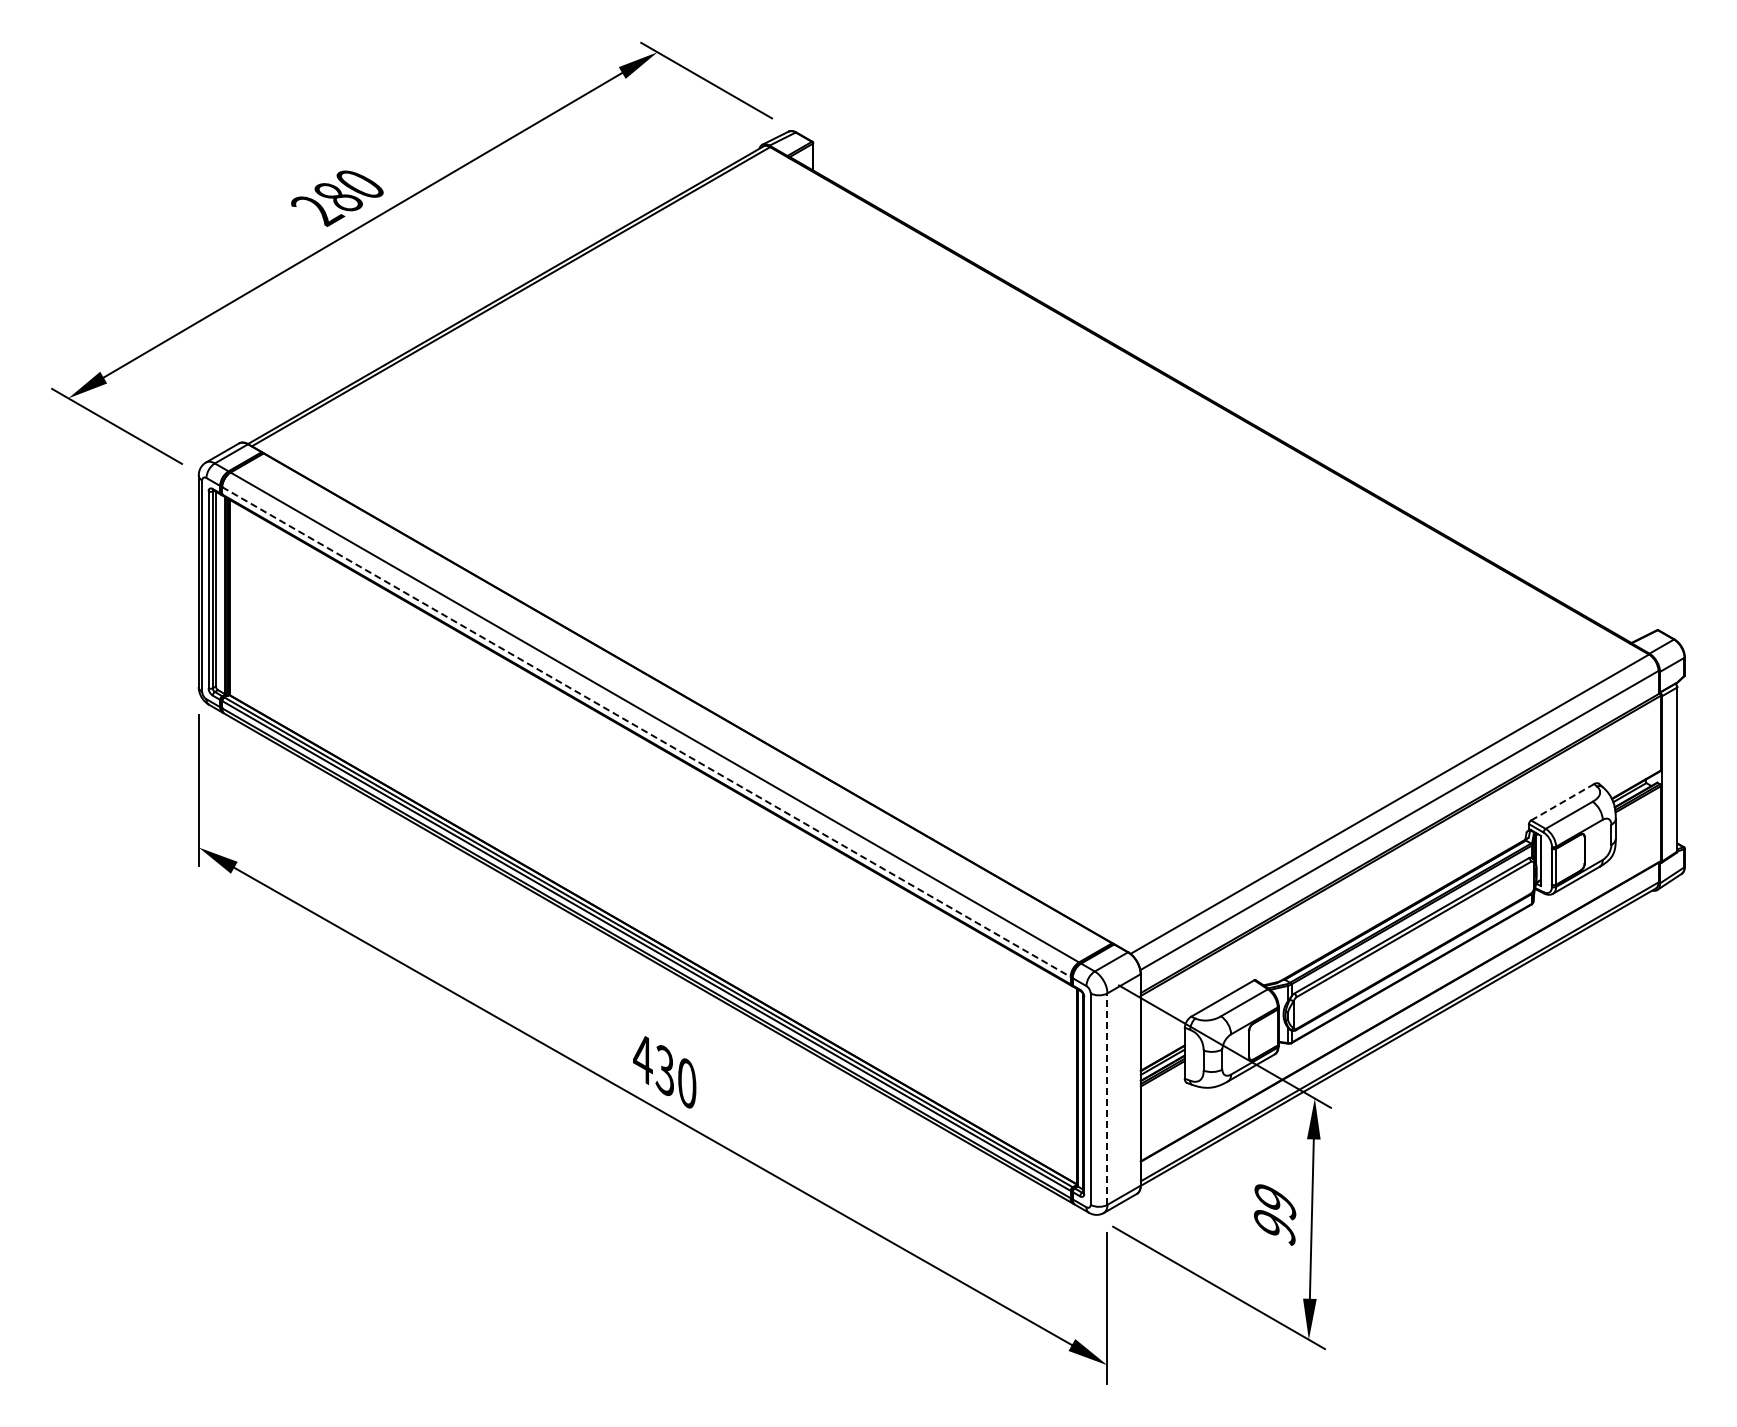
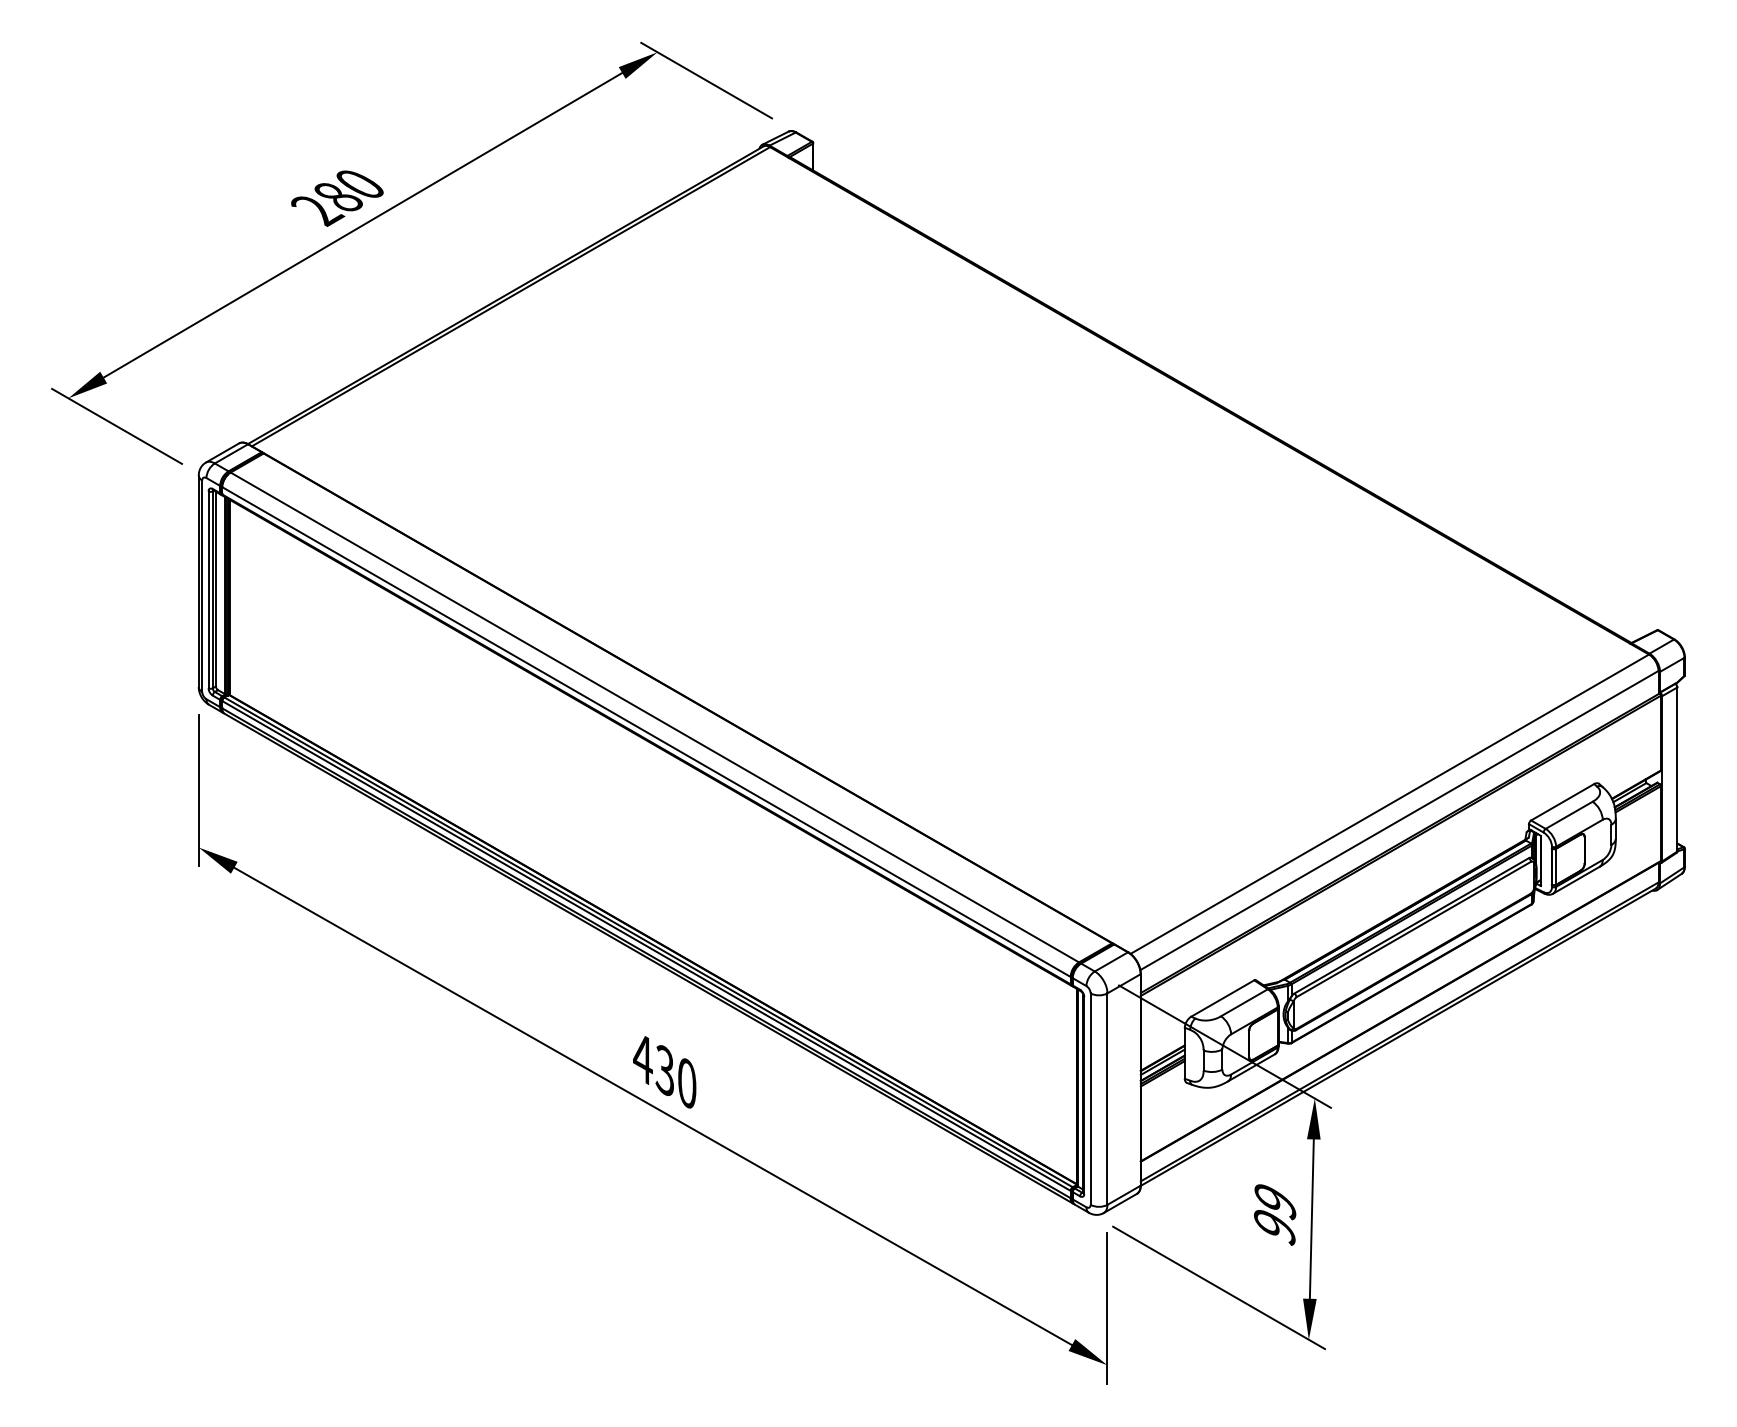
line at (646, 732): dashed -> solid
line at (1563, 802): dashed -> solid
line at (1107, 1099): dashed -> solid
